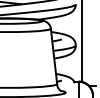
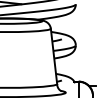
line at (81, 41): present -> none
